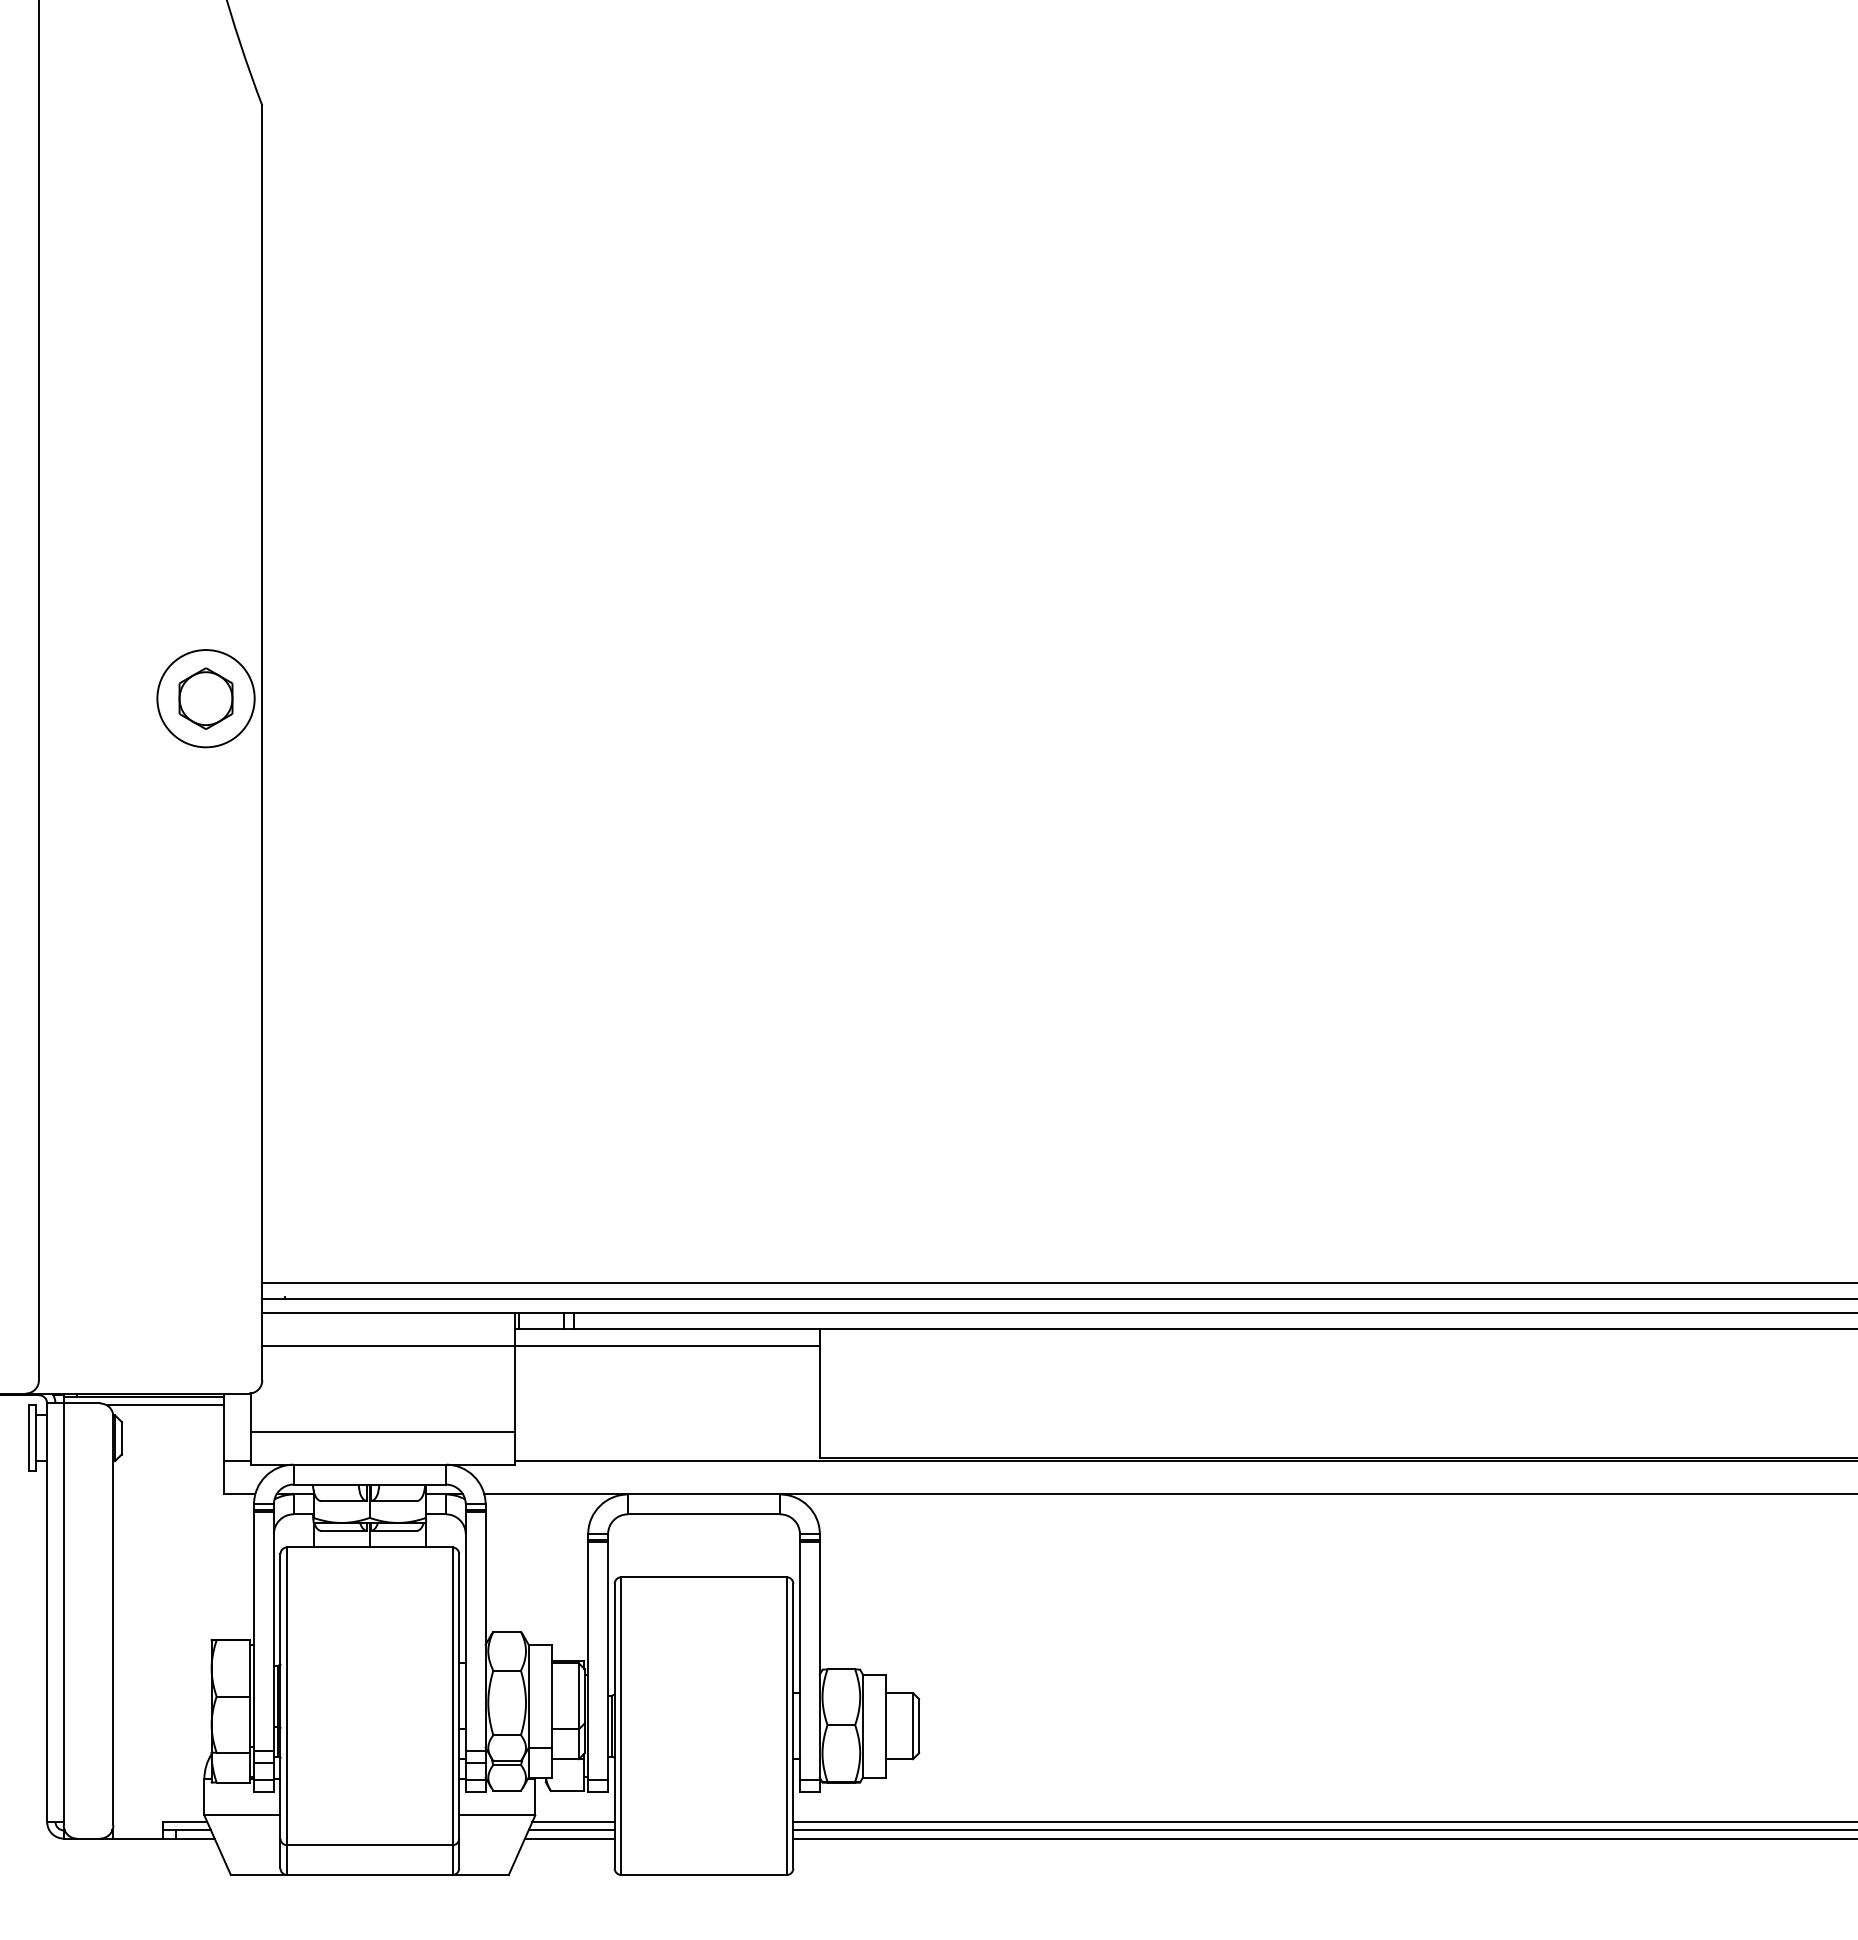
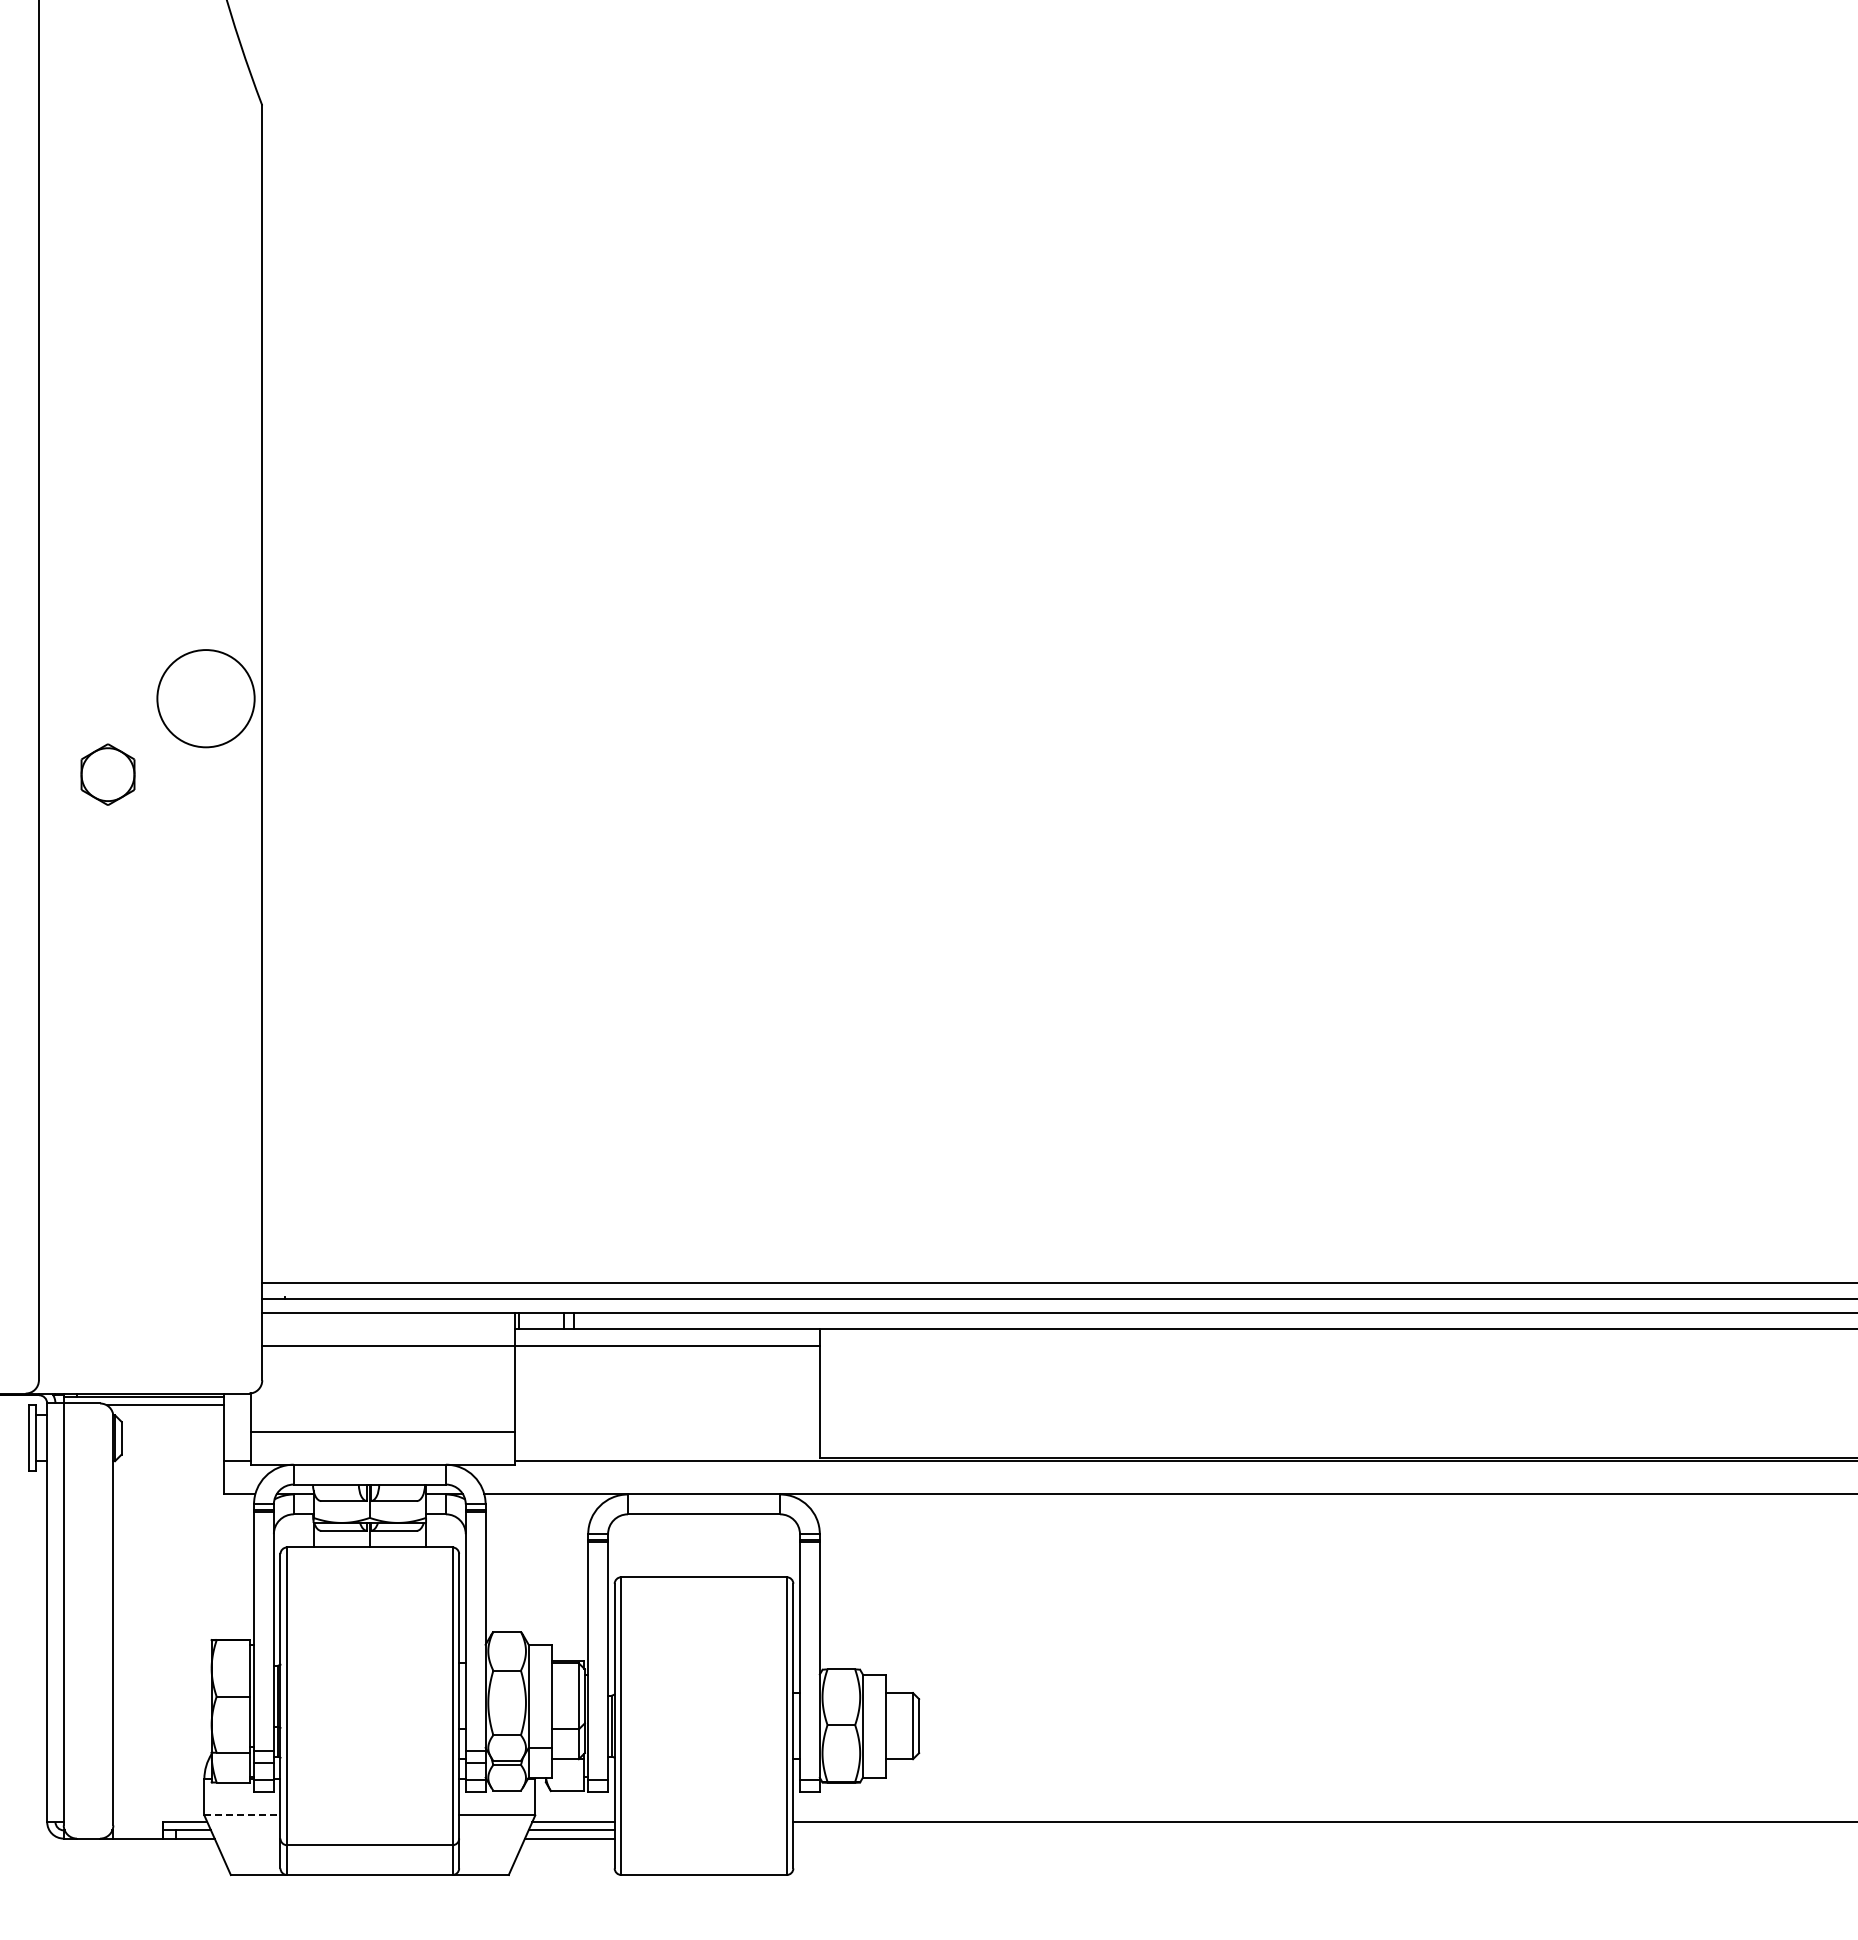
part at (205, 698) position: (205, 698) -> (107, 774)
line at (242, 1815): solid -> dashed
line at (1323, 1830): present -> none
line at (1323, 1838): present -> none
